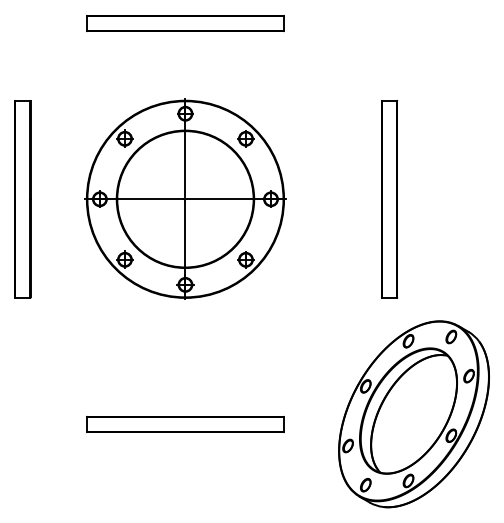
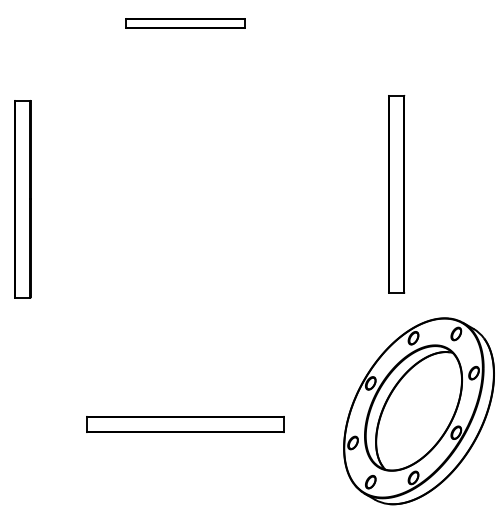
part at (185, 23) size: 199x17 px -> 121x11 px
part at (185, 198): present -> none
part at (389, 199) position: (389, 199) -> (396, 194)
part at (413, 414) position: (413, 414) -> (418, 411)
